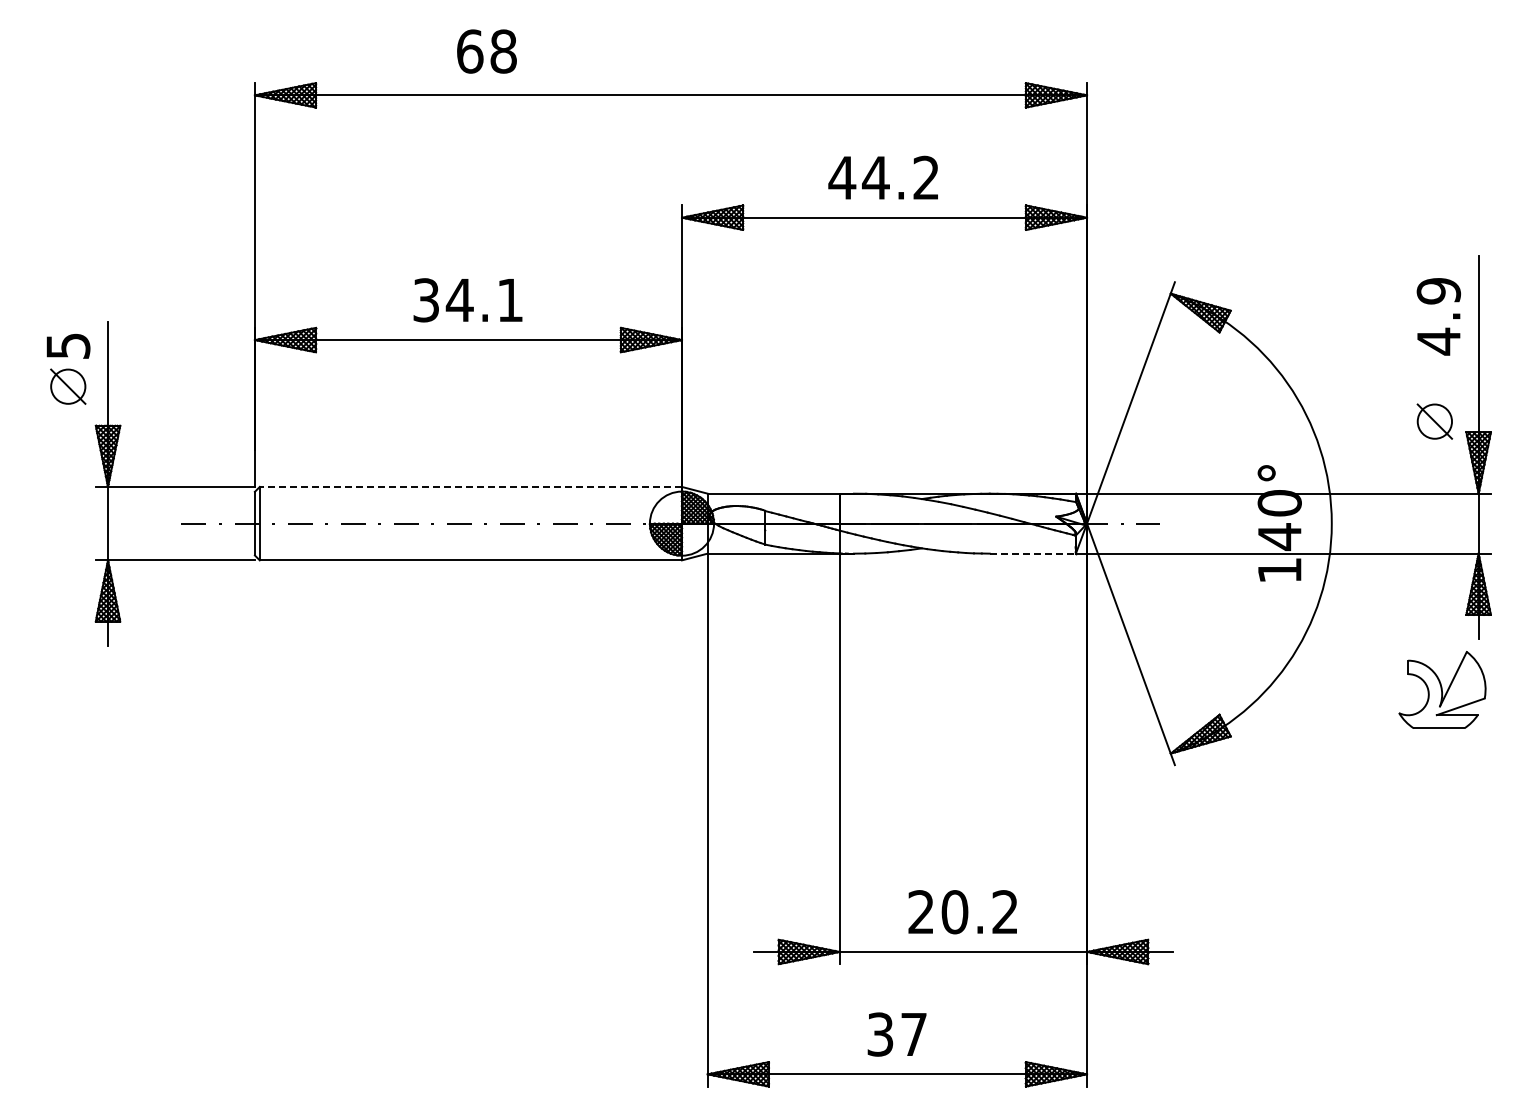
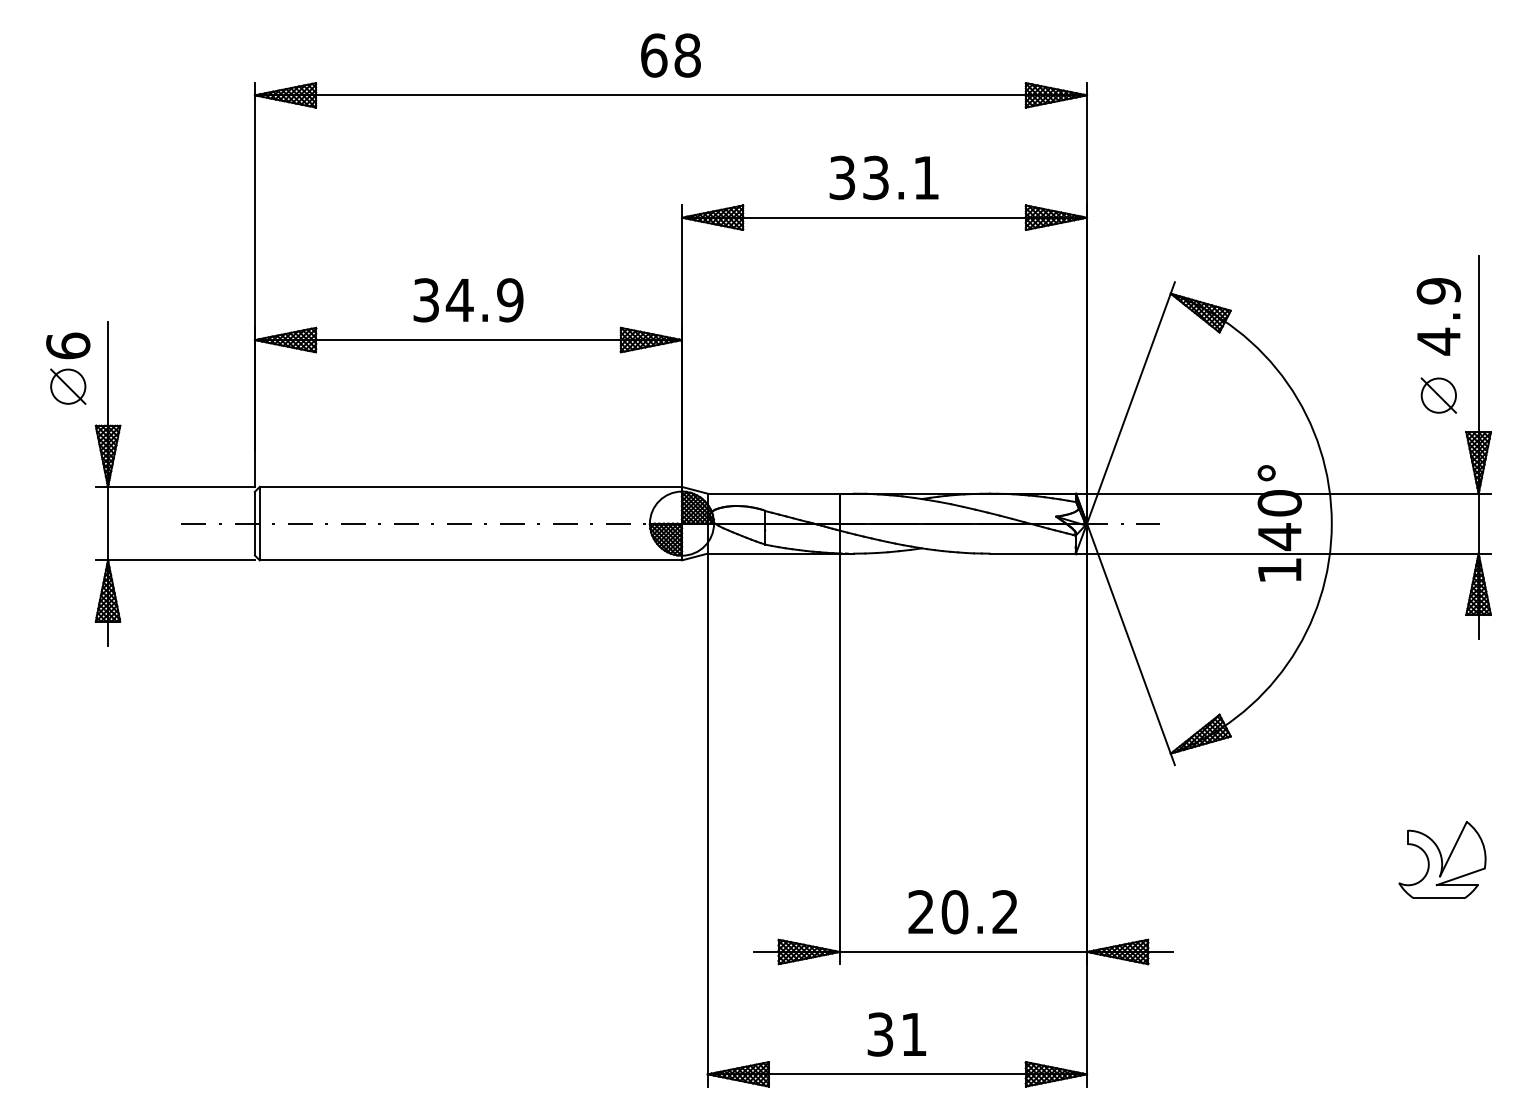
text at (486, 51) position: (486, 51) -> (670, 55)
text at (883, 177): 44.2 -> 33.1
text at (510, 300): 34.1 -> 34.9
text at (68, 345): 5 -> 6
part at (1434, 421) position: (1434, 421) -> (1438, 395)
line at (470, 486): dashed -> solid
line at (1033, 553): dashed -> solid
part at (1442, 689) position: (1442, 689) -> (1442, 859)
text at (913, 1034): 37 -> 31
